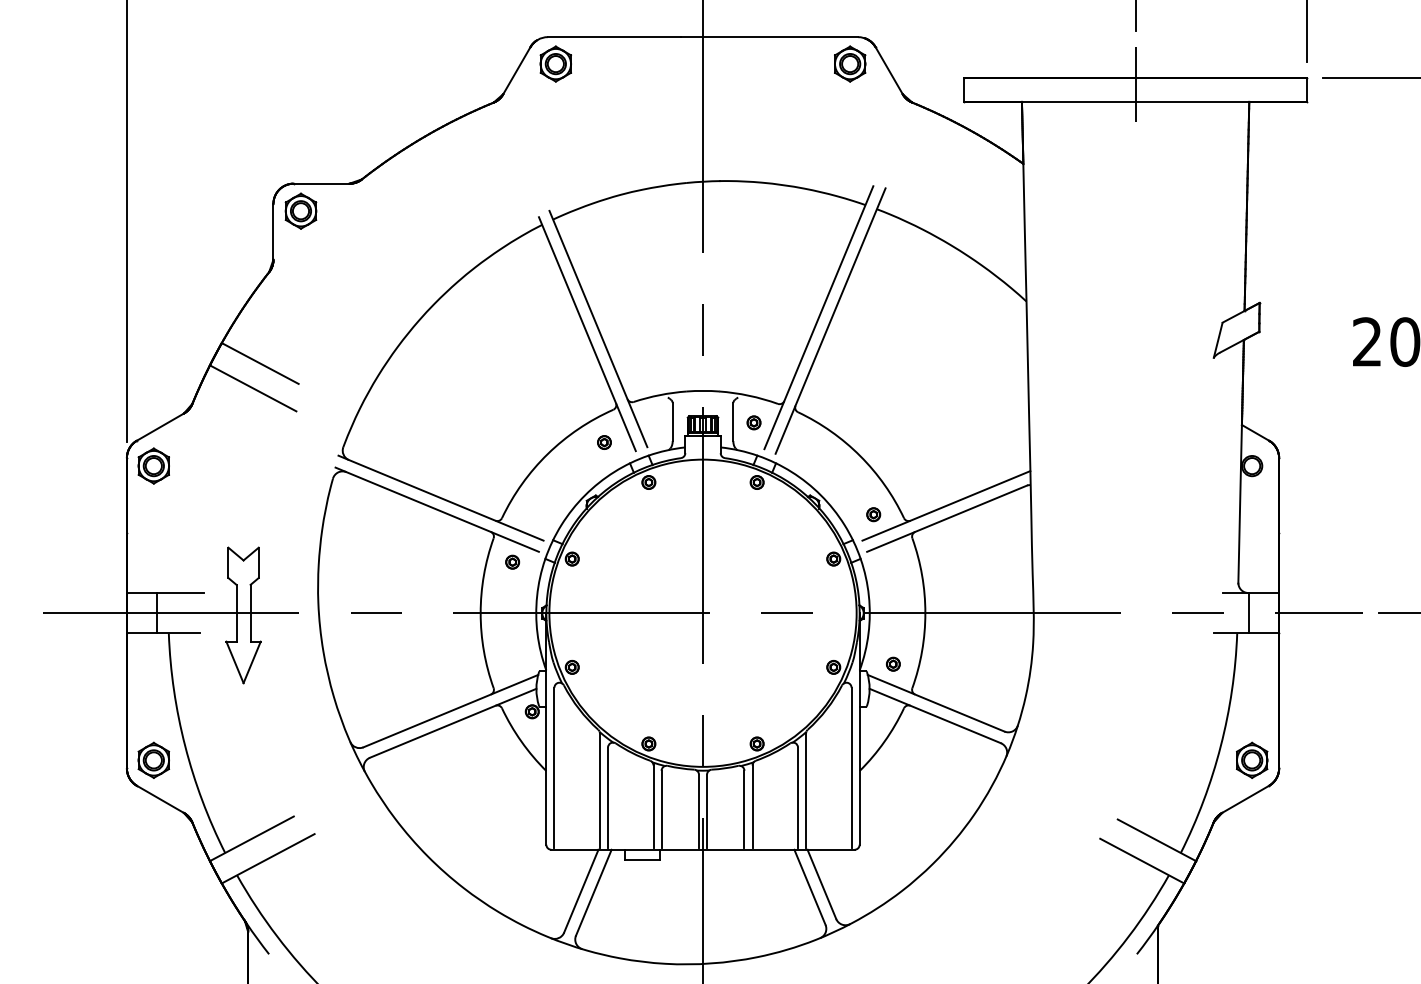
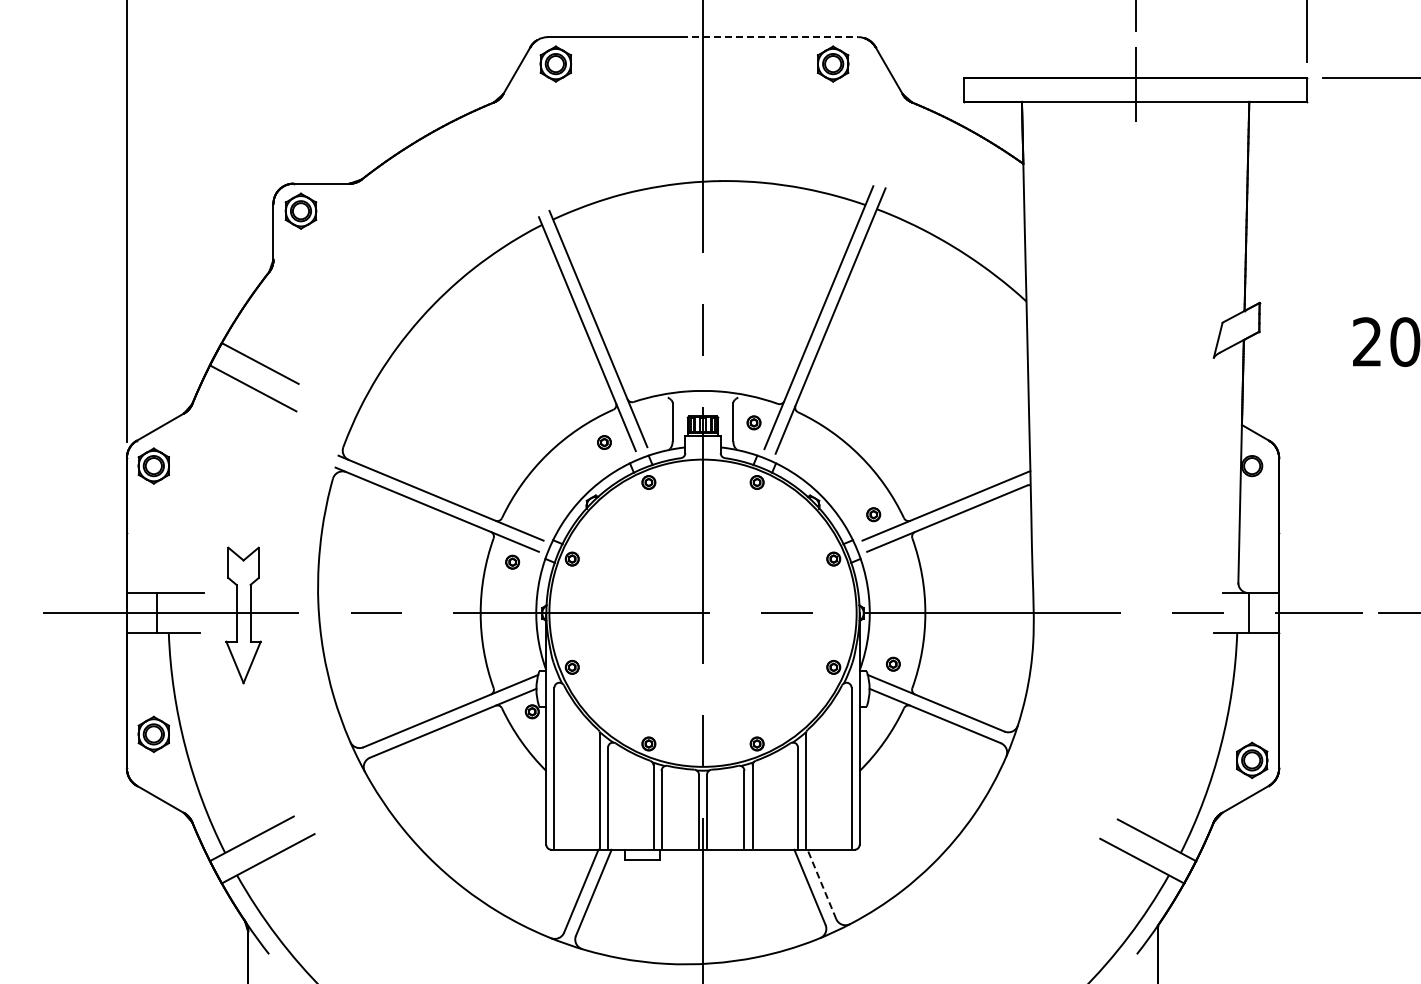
line at (770, 37): solid -> dashed
part at (850, 63) position: (850, 63) -> (833, 63)
part at (153, 759) position: (153, 759) -> (153, 733)
line at (821, 883): solid -> dashed
